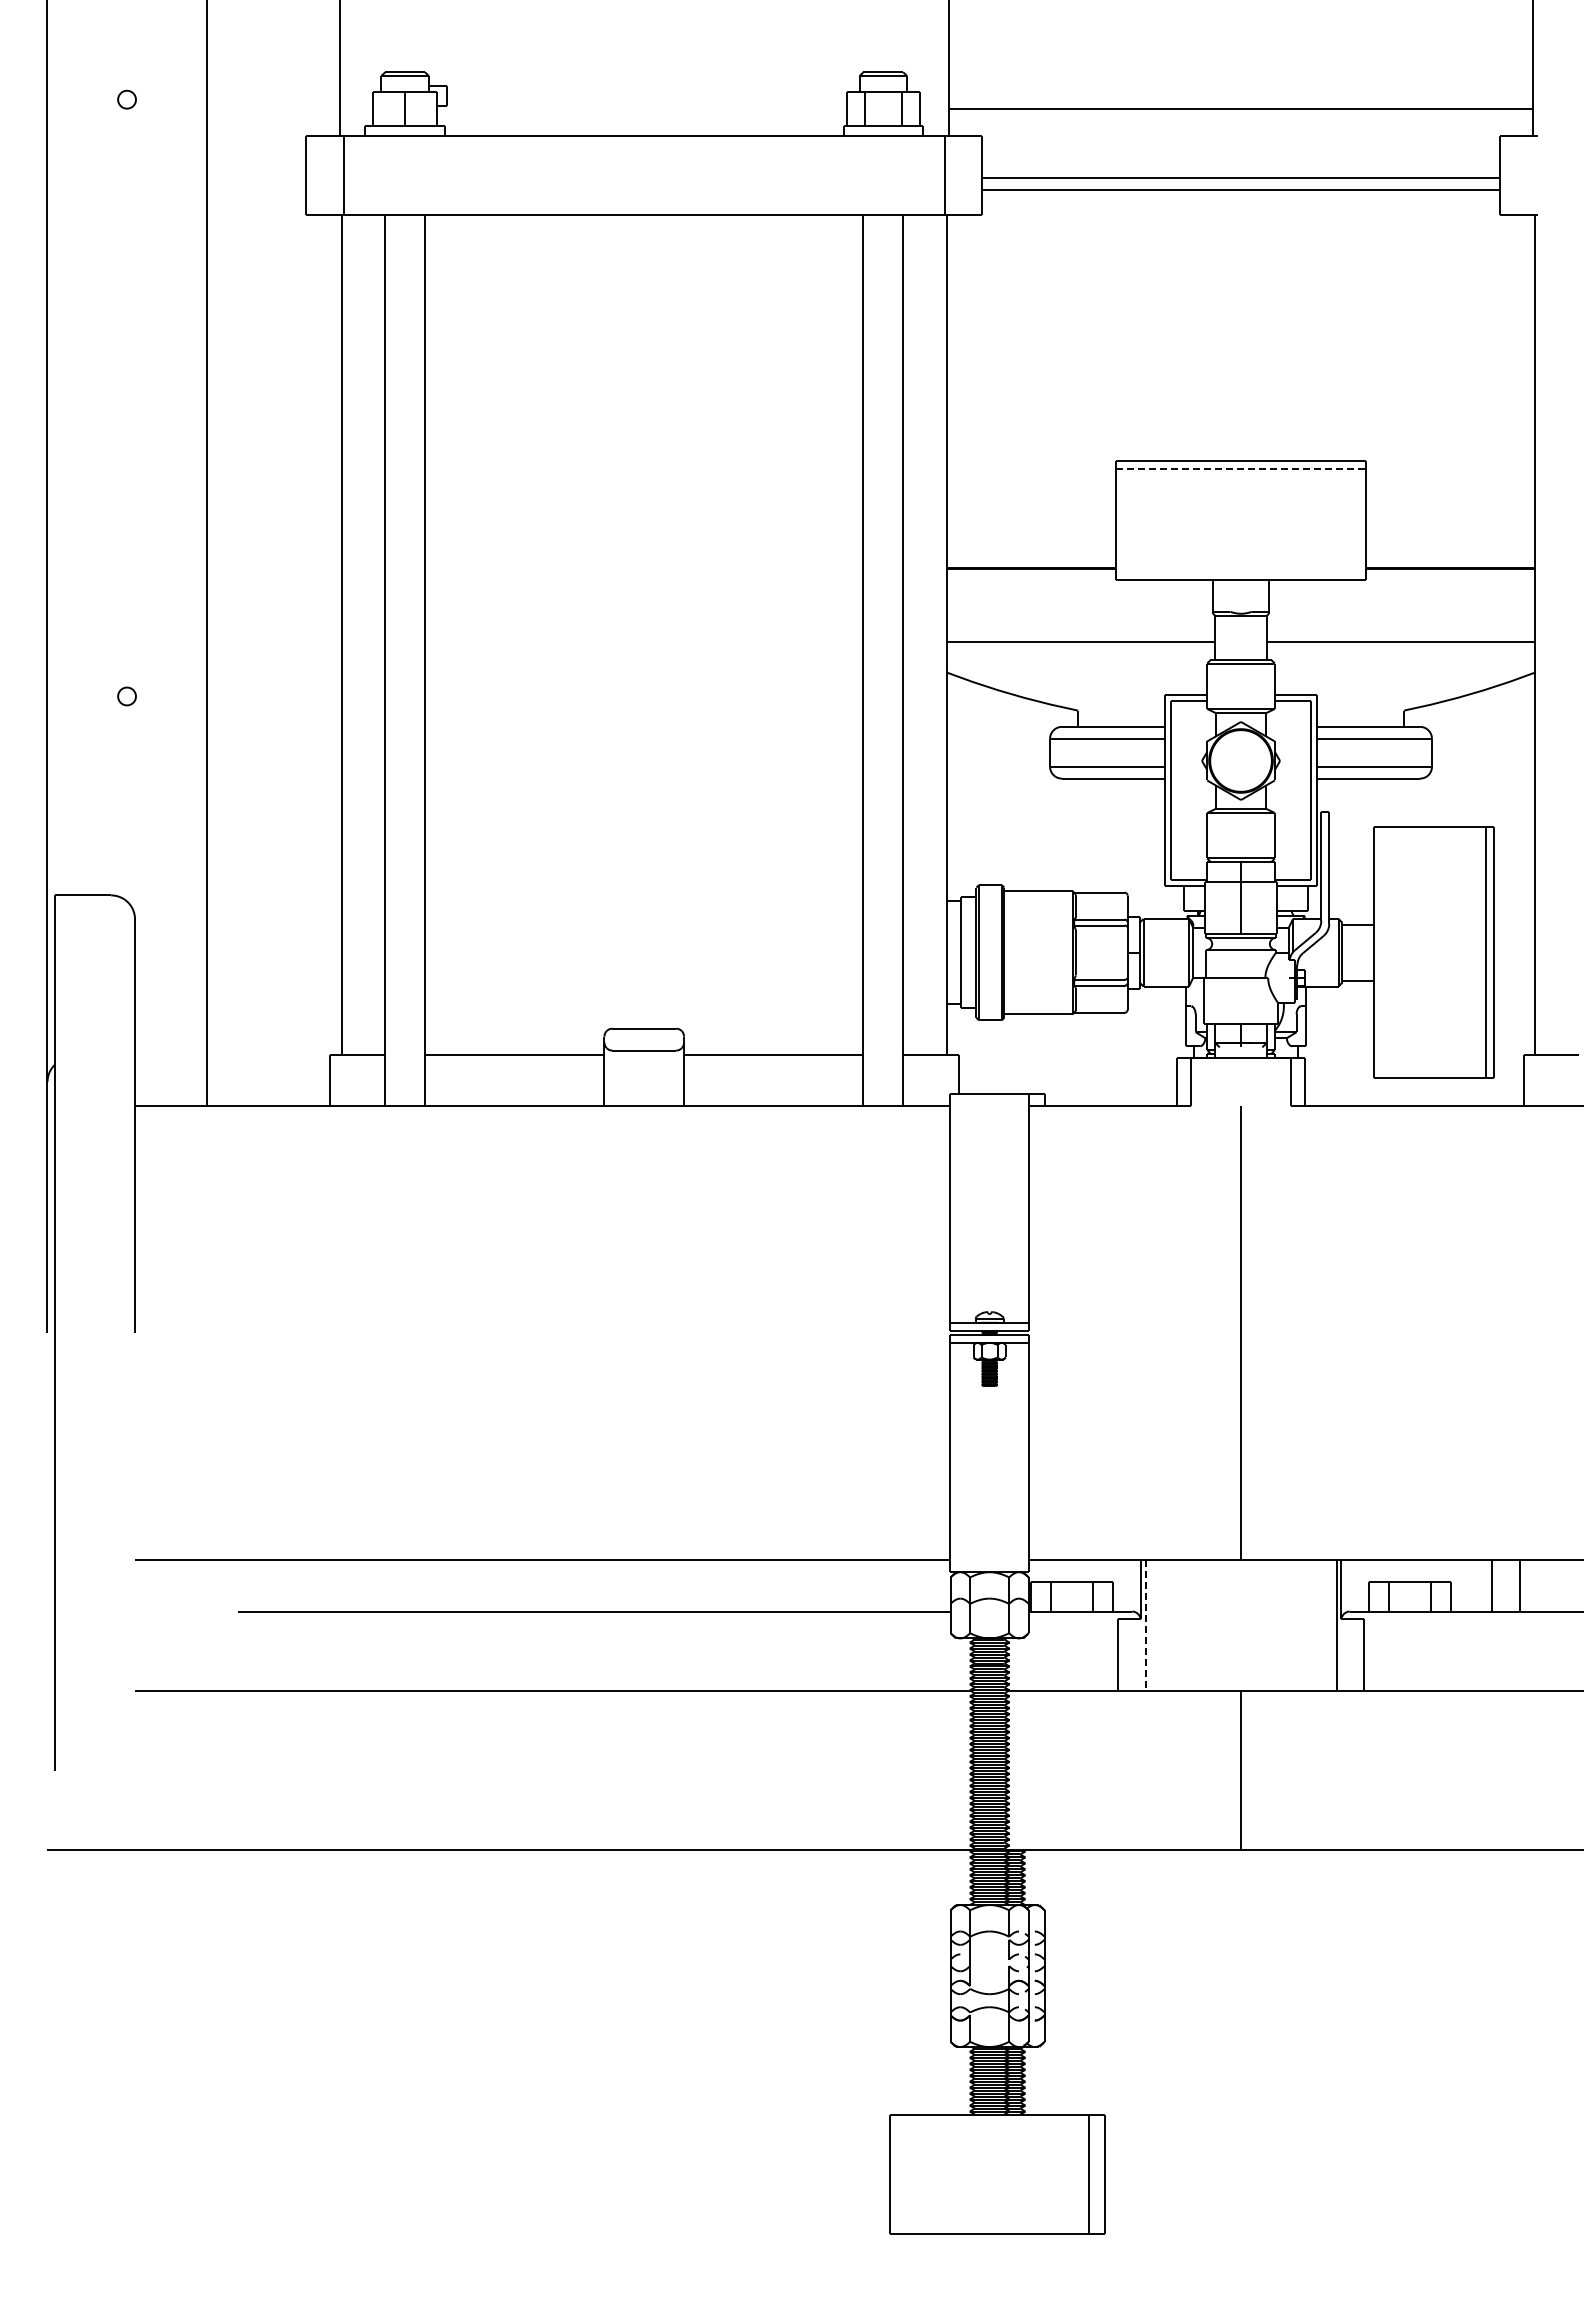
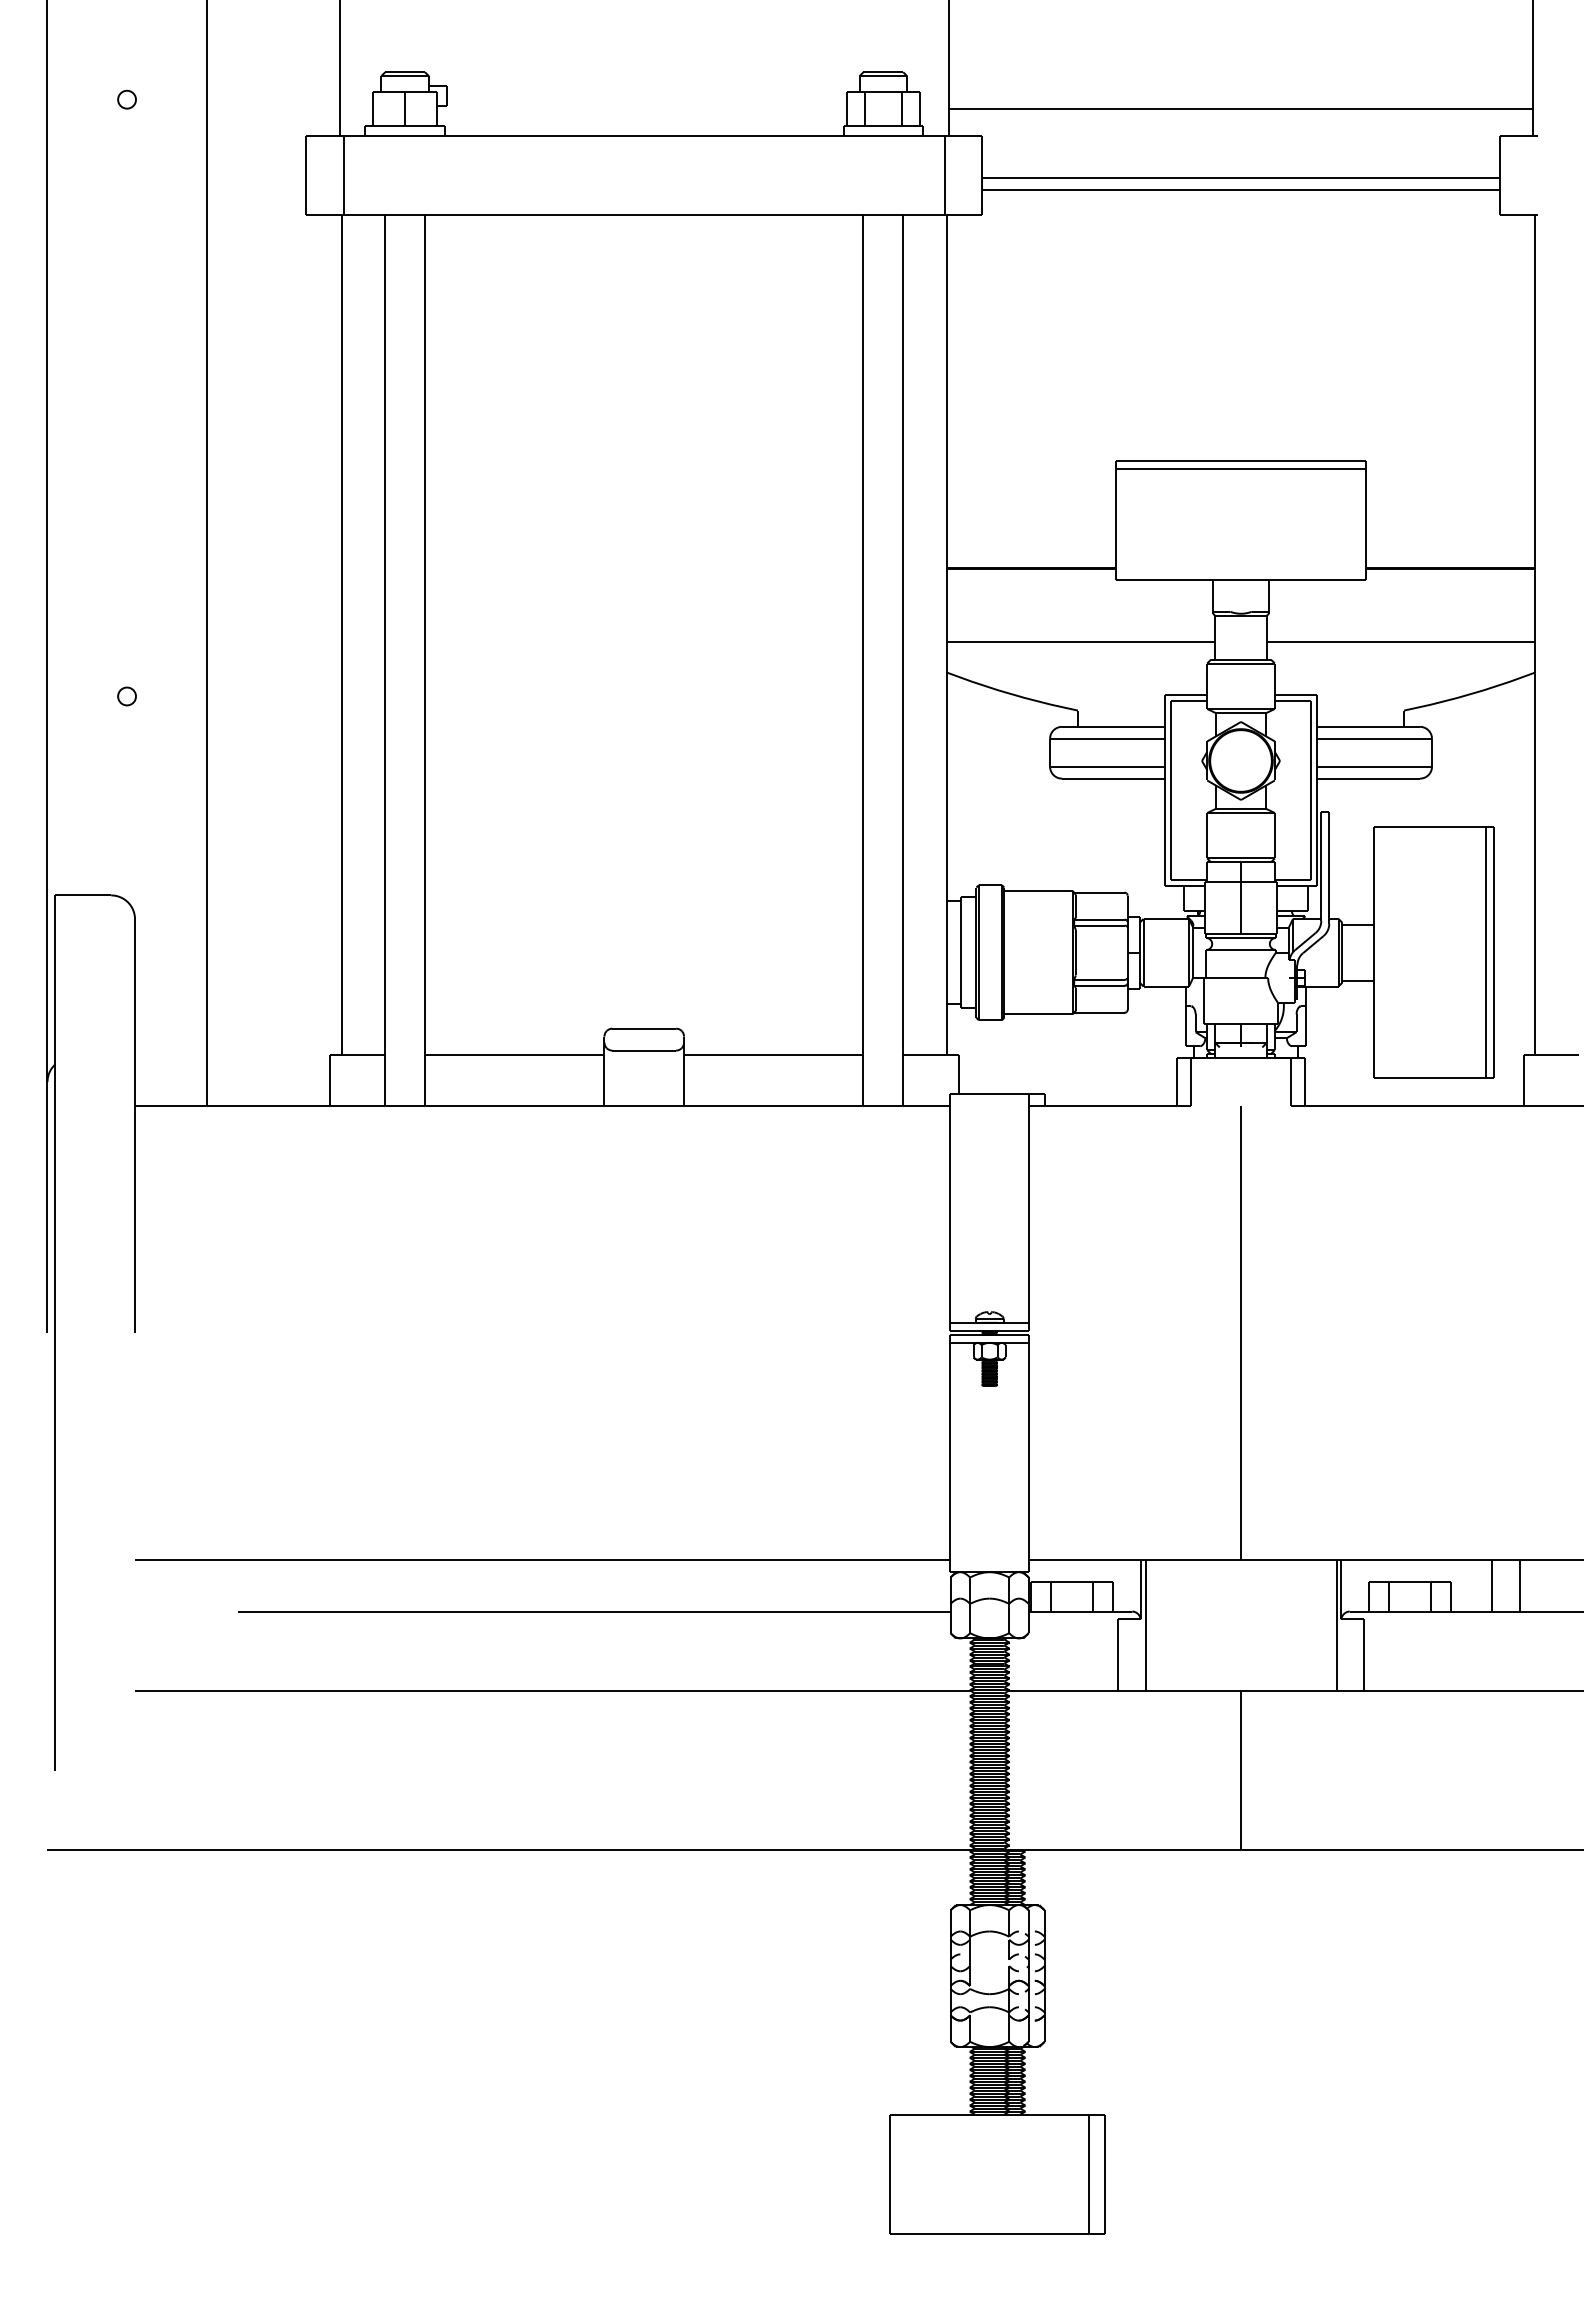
line at (1241, 468): dashed -> solid
line at (1145, 1626): dashed -> solid
